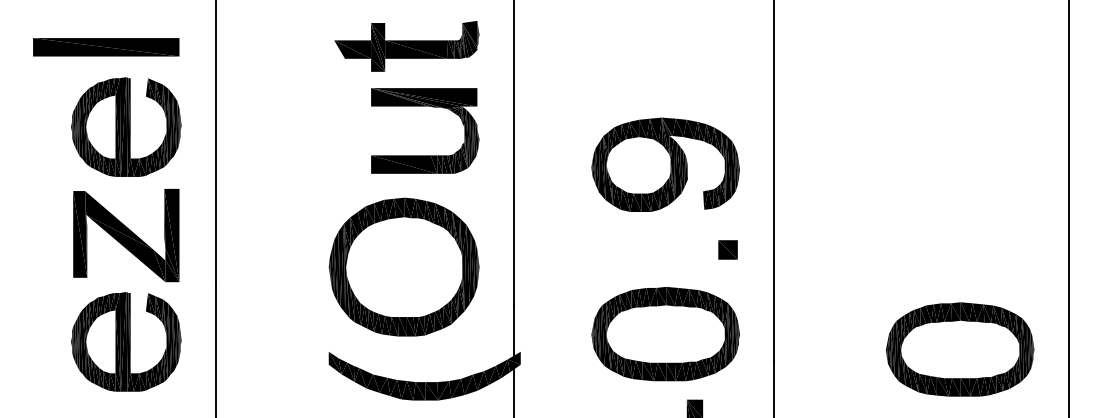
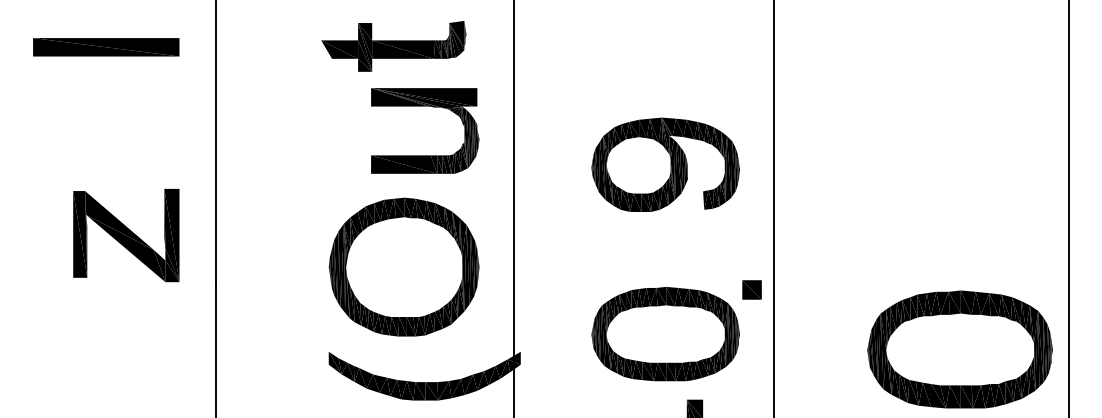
part at (406, 46) position: (406, 46) -> (393, 46)
part at (126, 126): present -> none
part at (727, 249) position: (727, 249) -> (751, 289)
part at (126, 341): present -> none
part at (960, 349) size: 149x95 px -> 186x119 px
